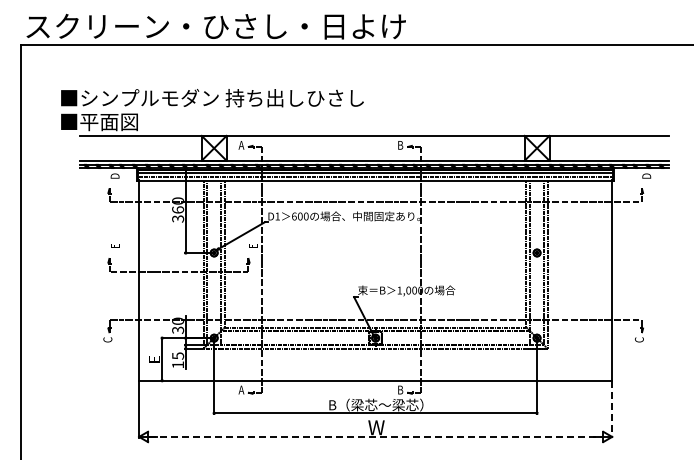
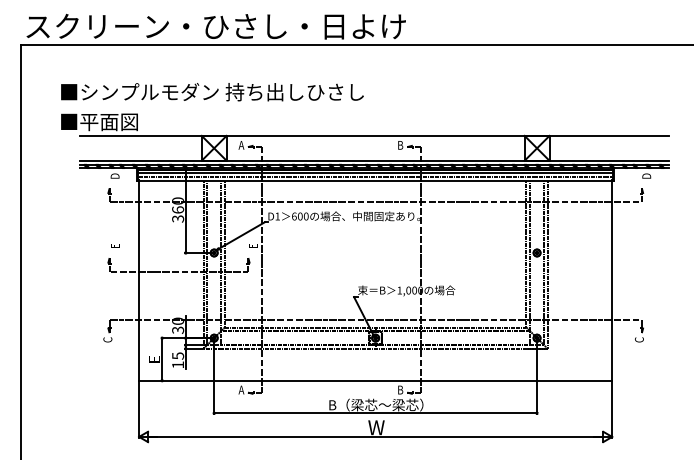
text at (212, 98) position: (212, 98) -> (212, 92)
line at (612, 409): dashed -> solid
line at (376, 436): dashed -> solid
